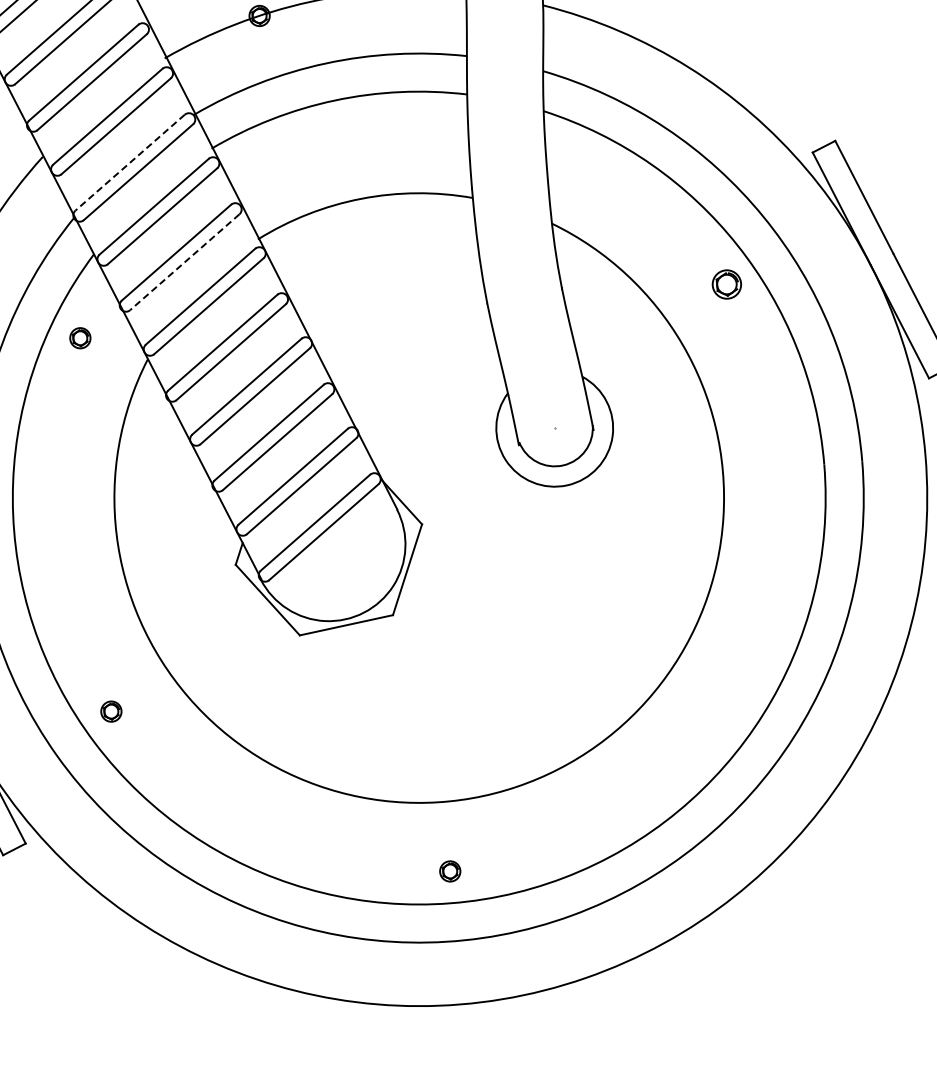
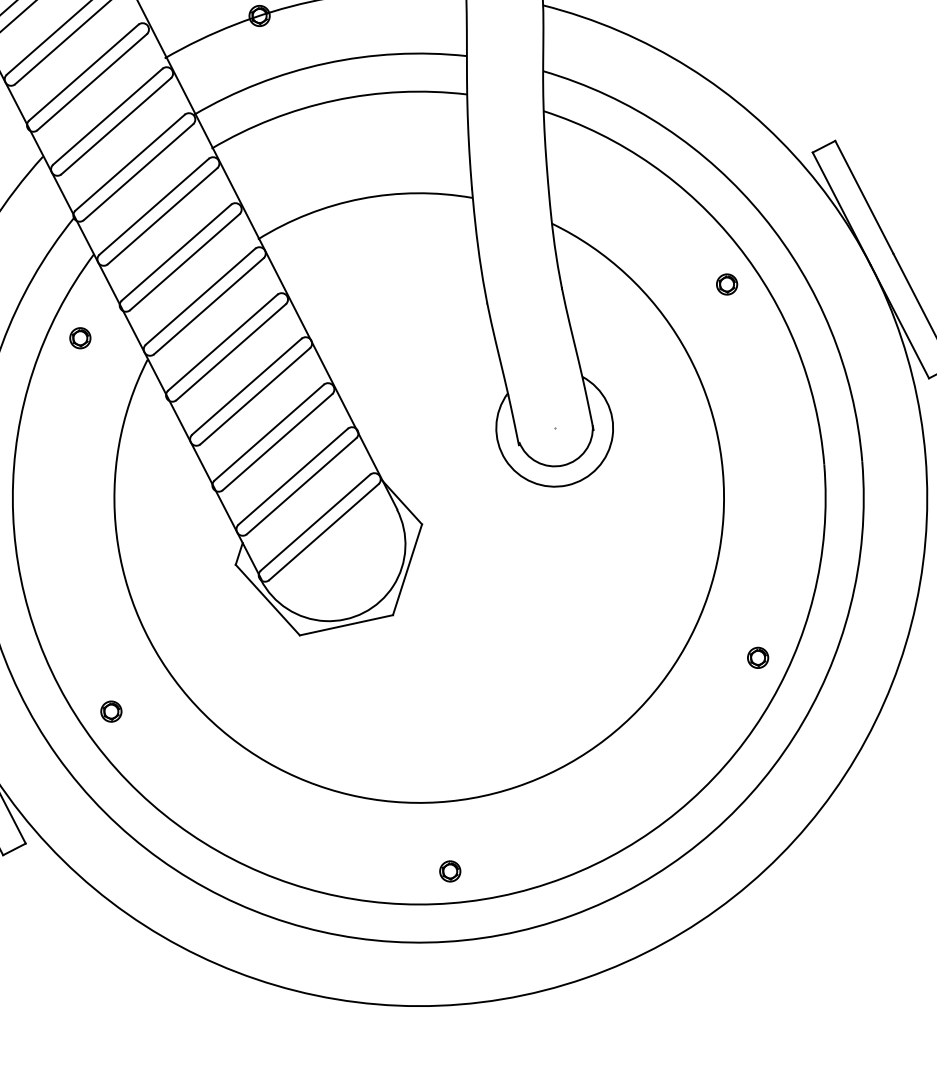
line at (130, 162): dashed -> solid
line at (184, 262): dashed -> solid
part at (726, 284) size: 31x31 px -> 23x23 px
part at (758, 657): none -> present
